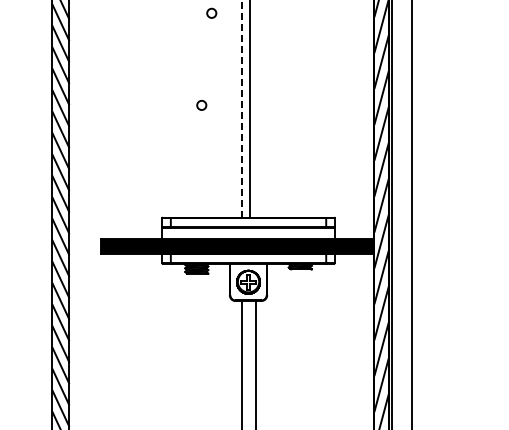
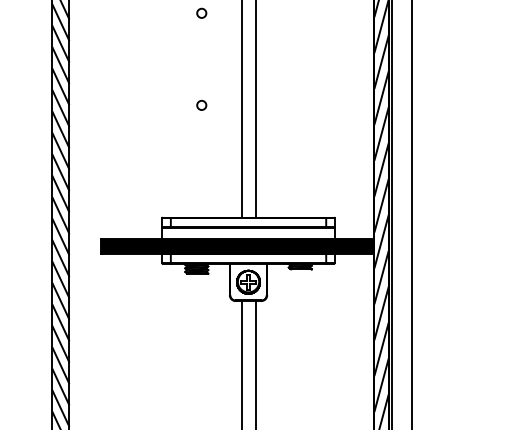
circle at (211, 12) position: (211, 12) -> (201, 12)
line at (242, 108): dashed -> solid
line at (250, 109) position: (250, 109) -> (256, 109)
